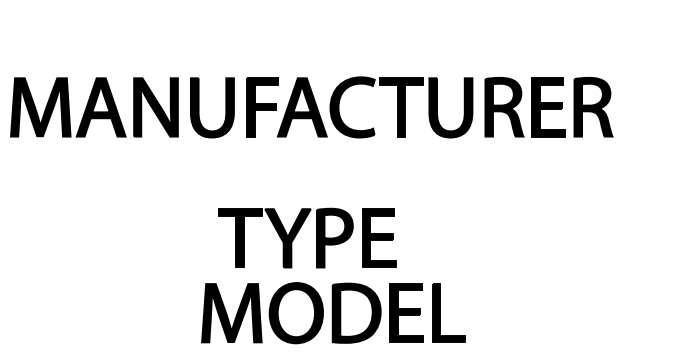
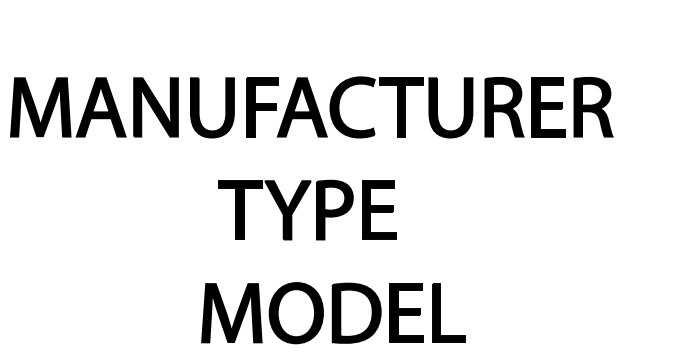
part at (316, 237) position: (316, 237) -> (316, 209)
